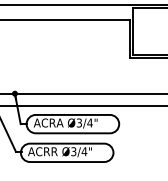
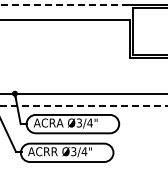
line at (65, 5): solid -> dashed
line at (83, 105): solid -> dashed
